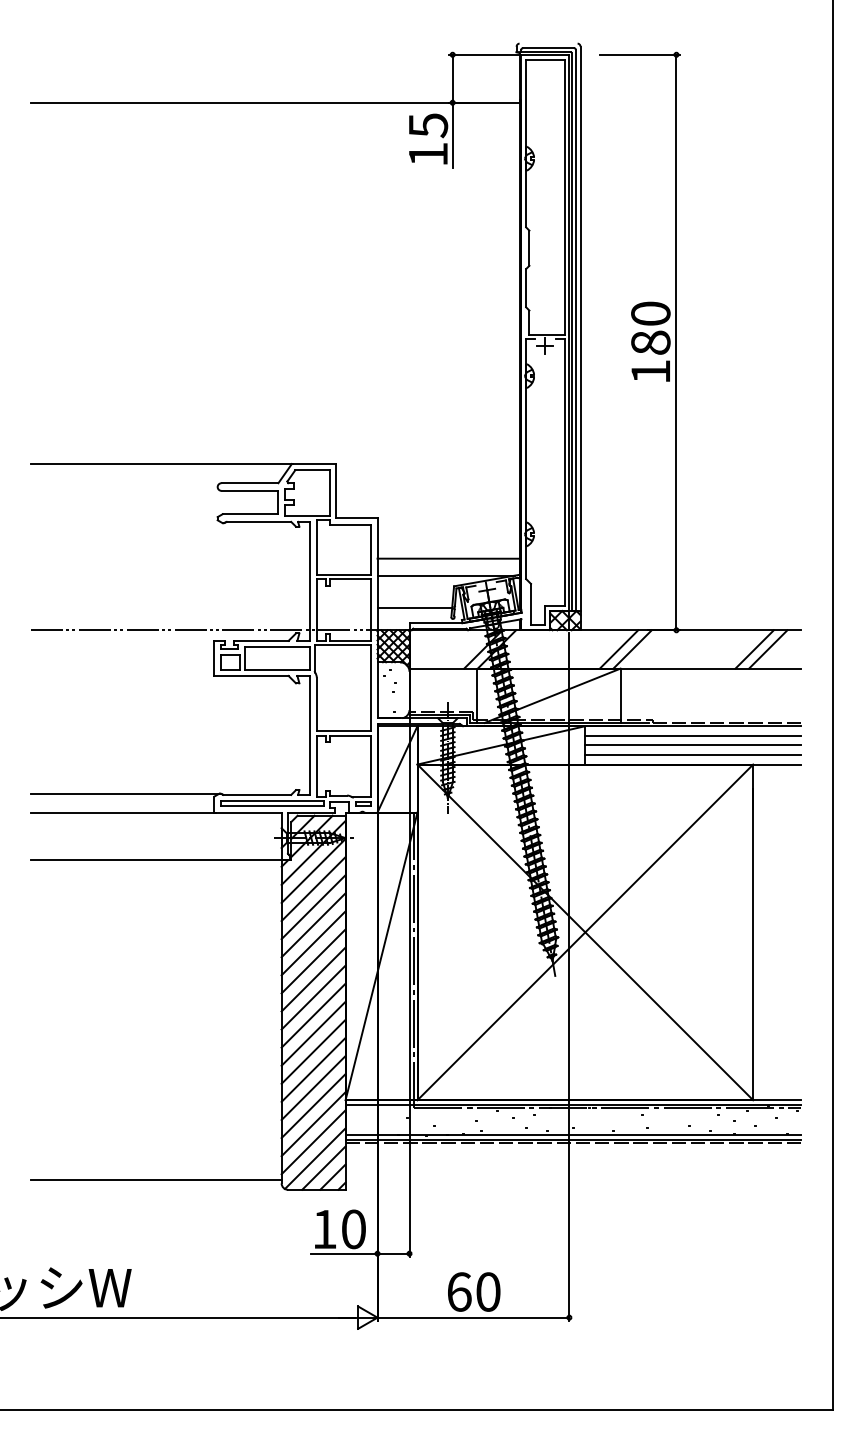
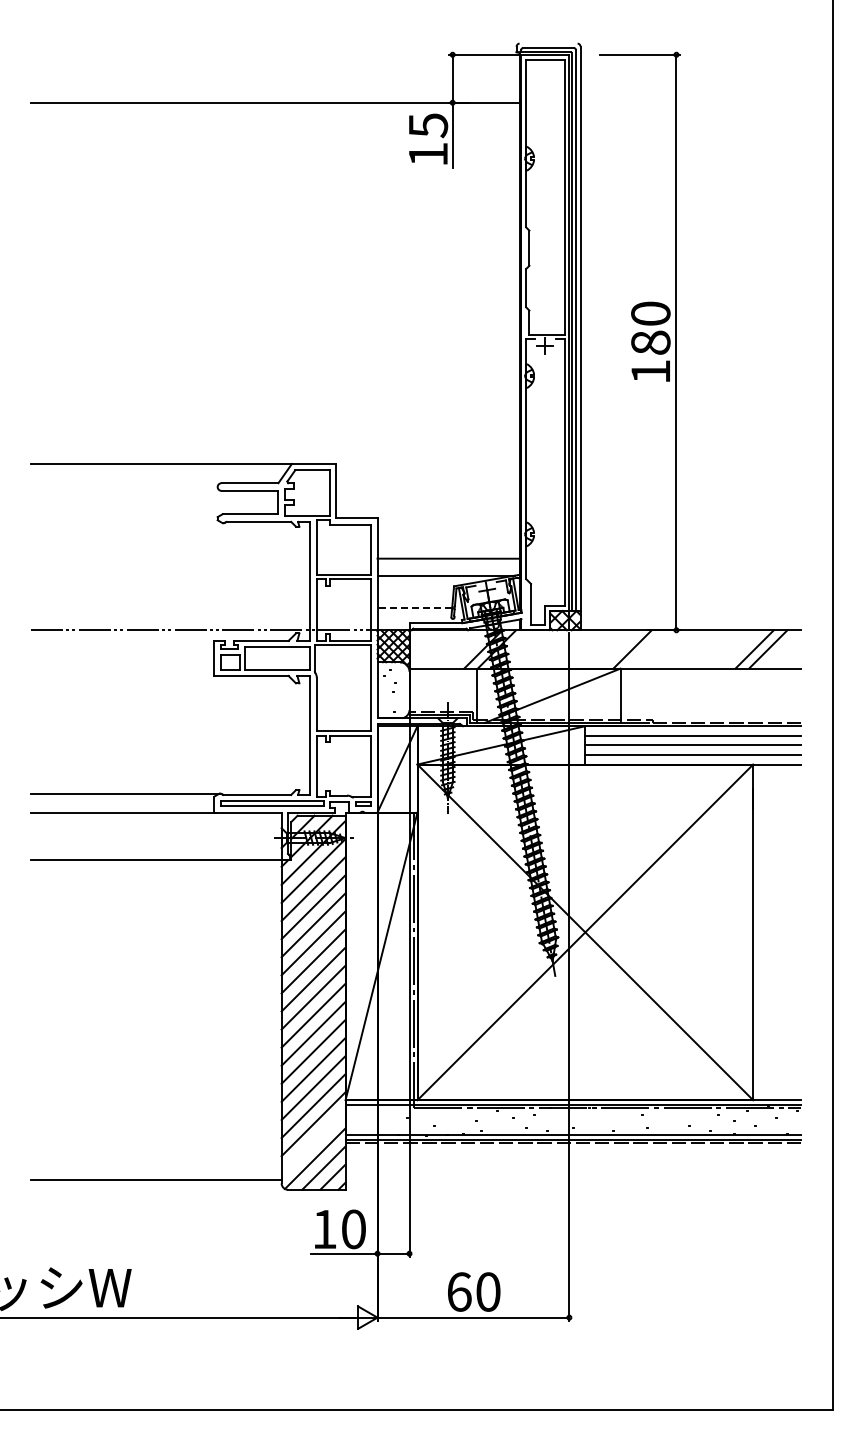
line at (414, 608): solid -> dashed
line at (618, 649): present -> none
line at (313, 1142): present -> none
